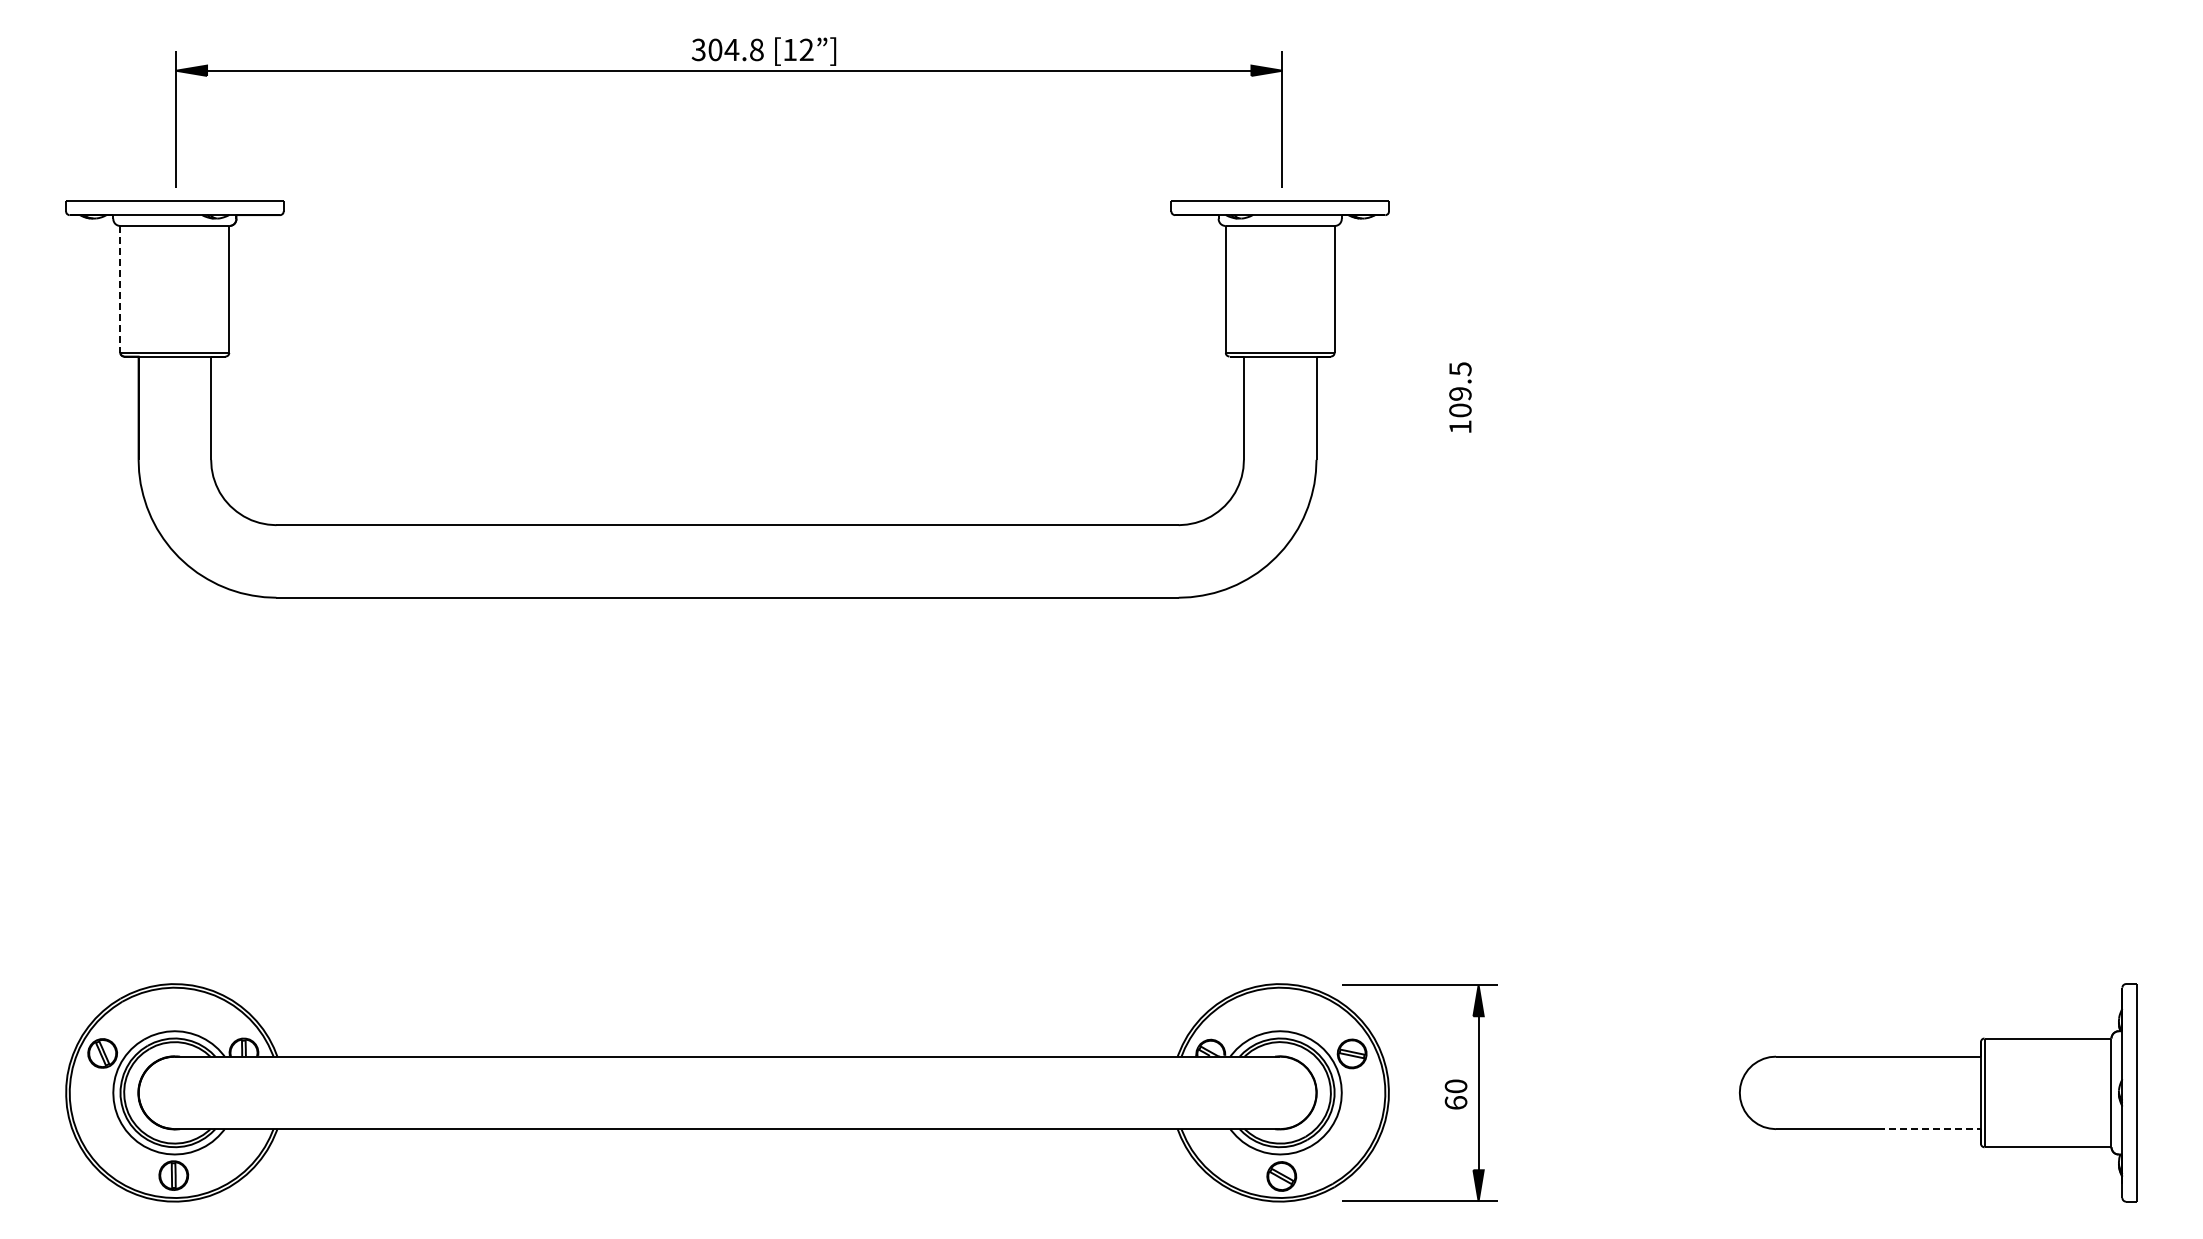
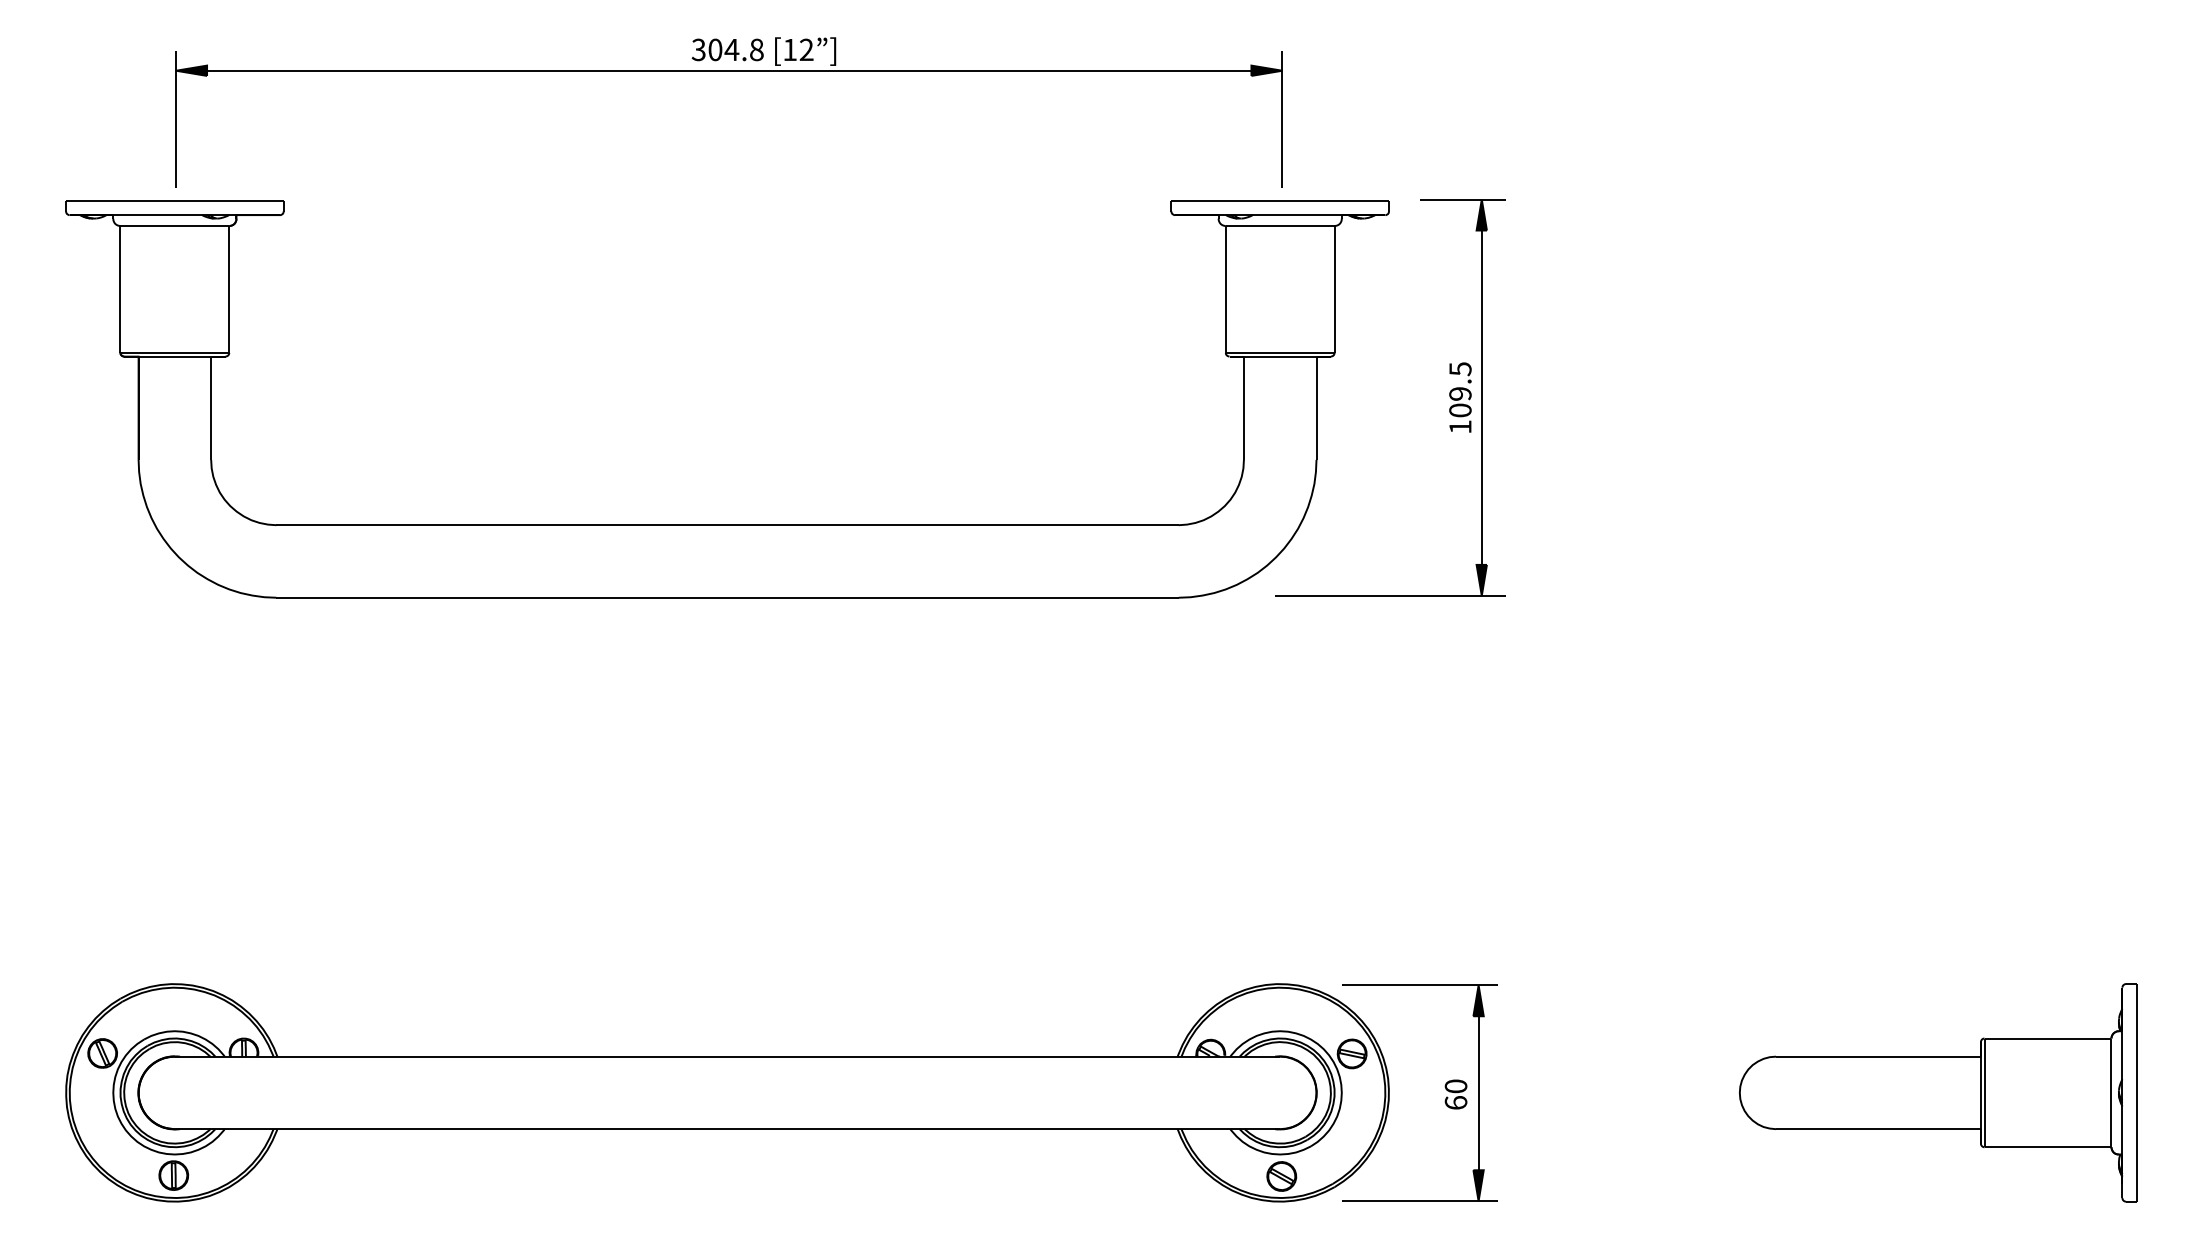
line at (120, 289): dashed -> solid
part at (1481, 397): none -> present
line at (1929, 1129): dashed -> solid
